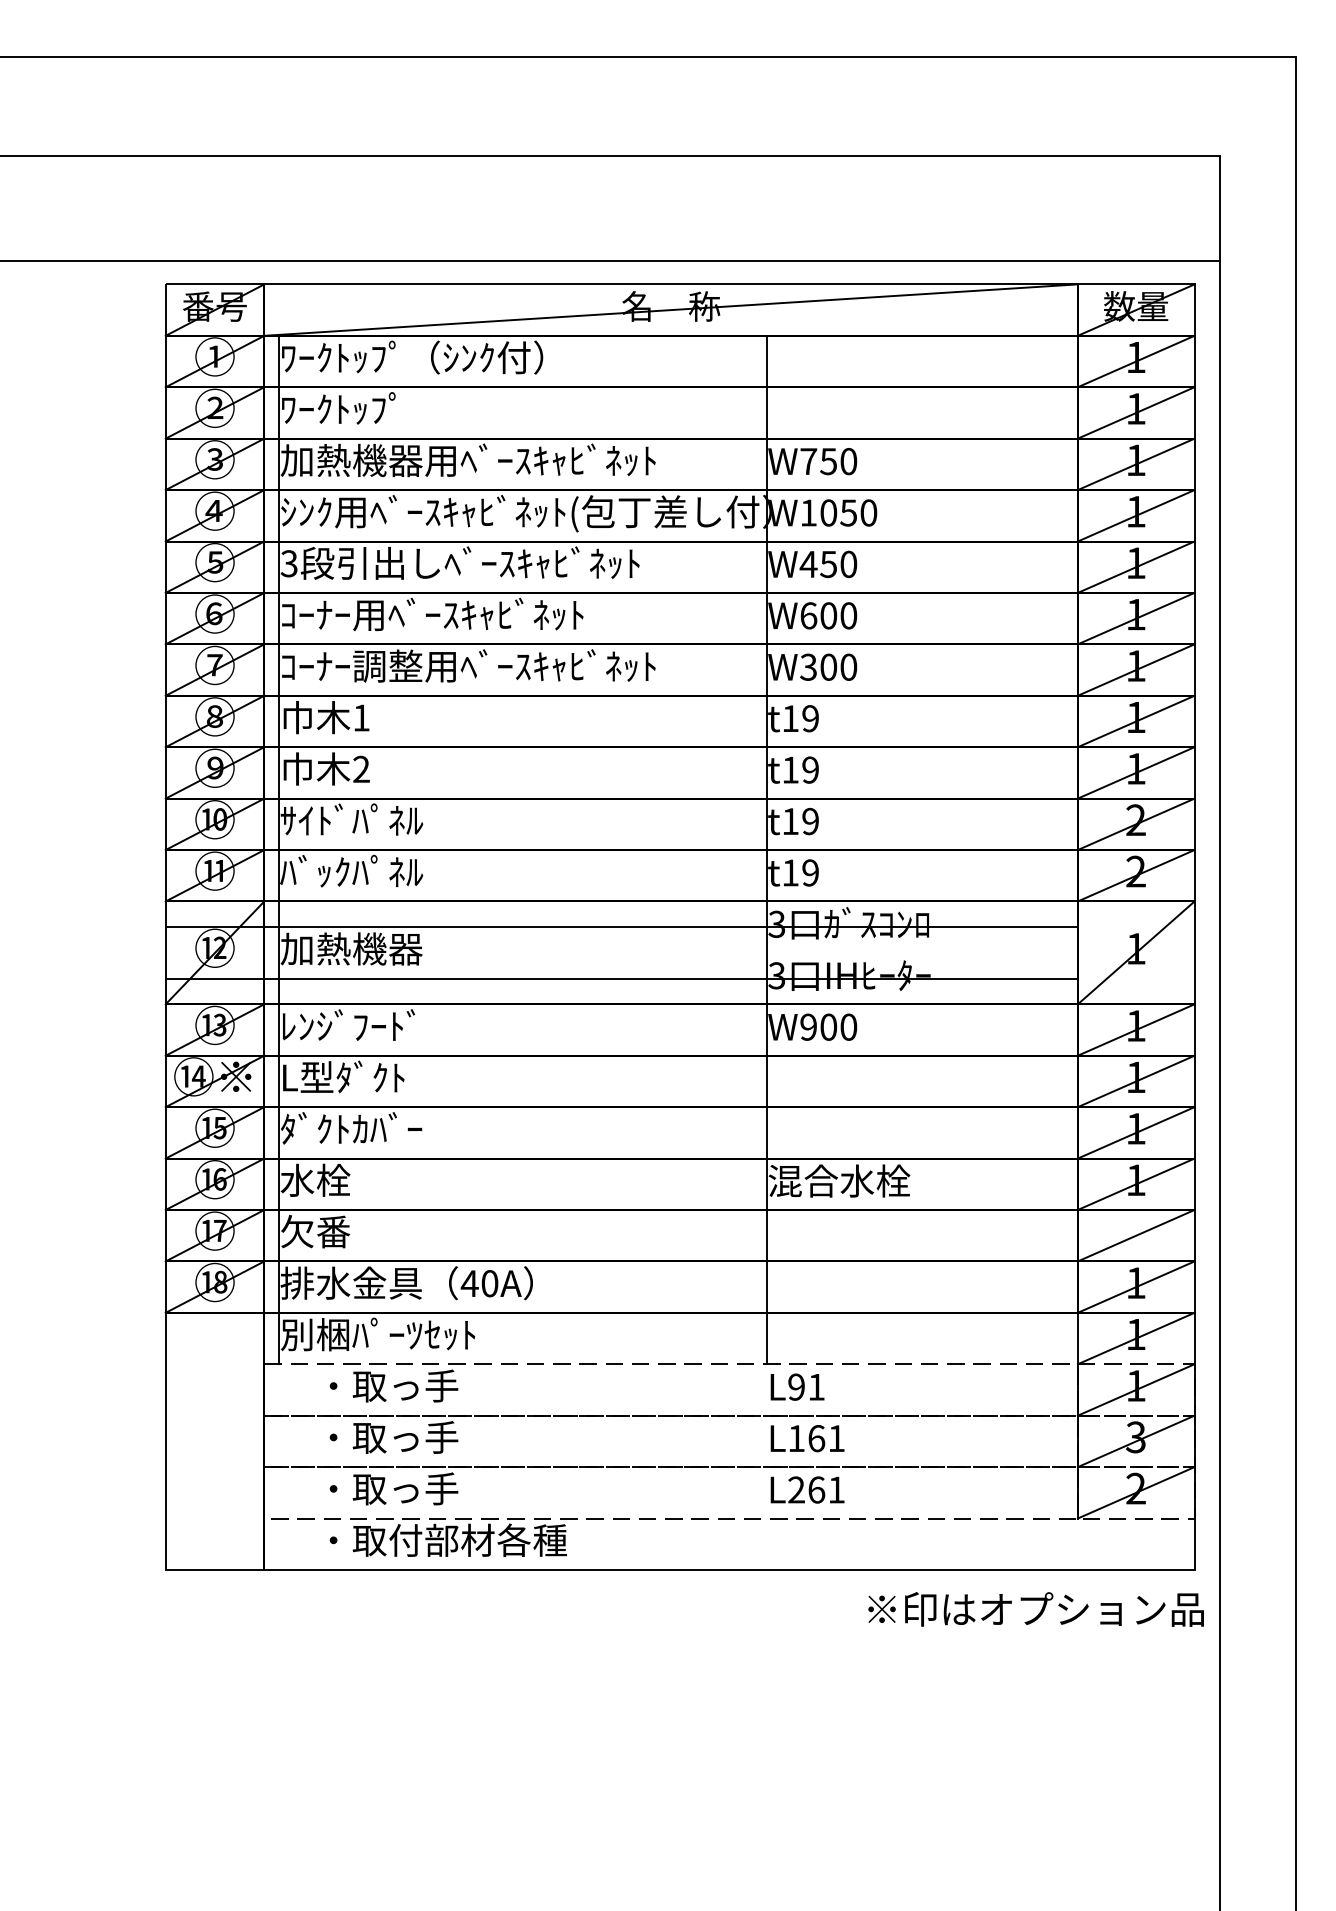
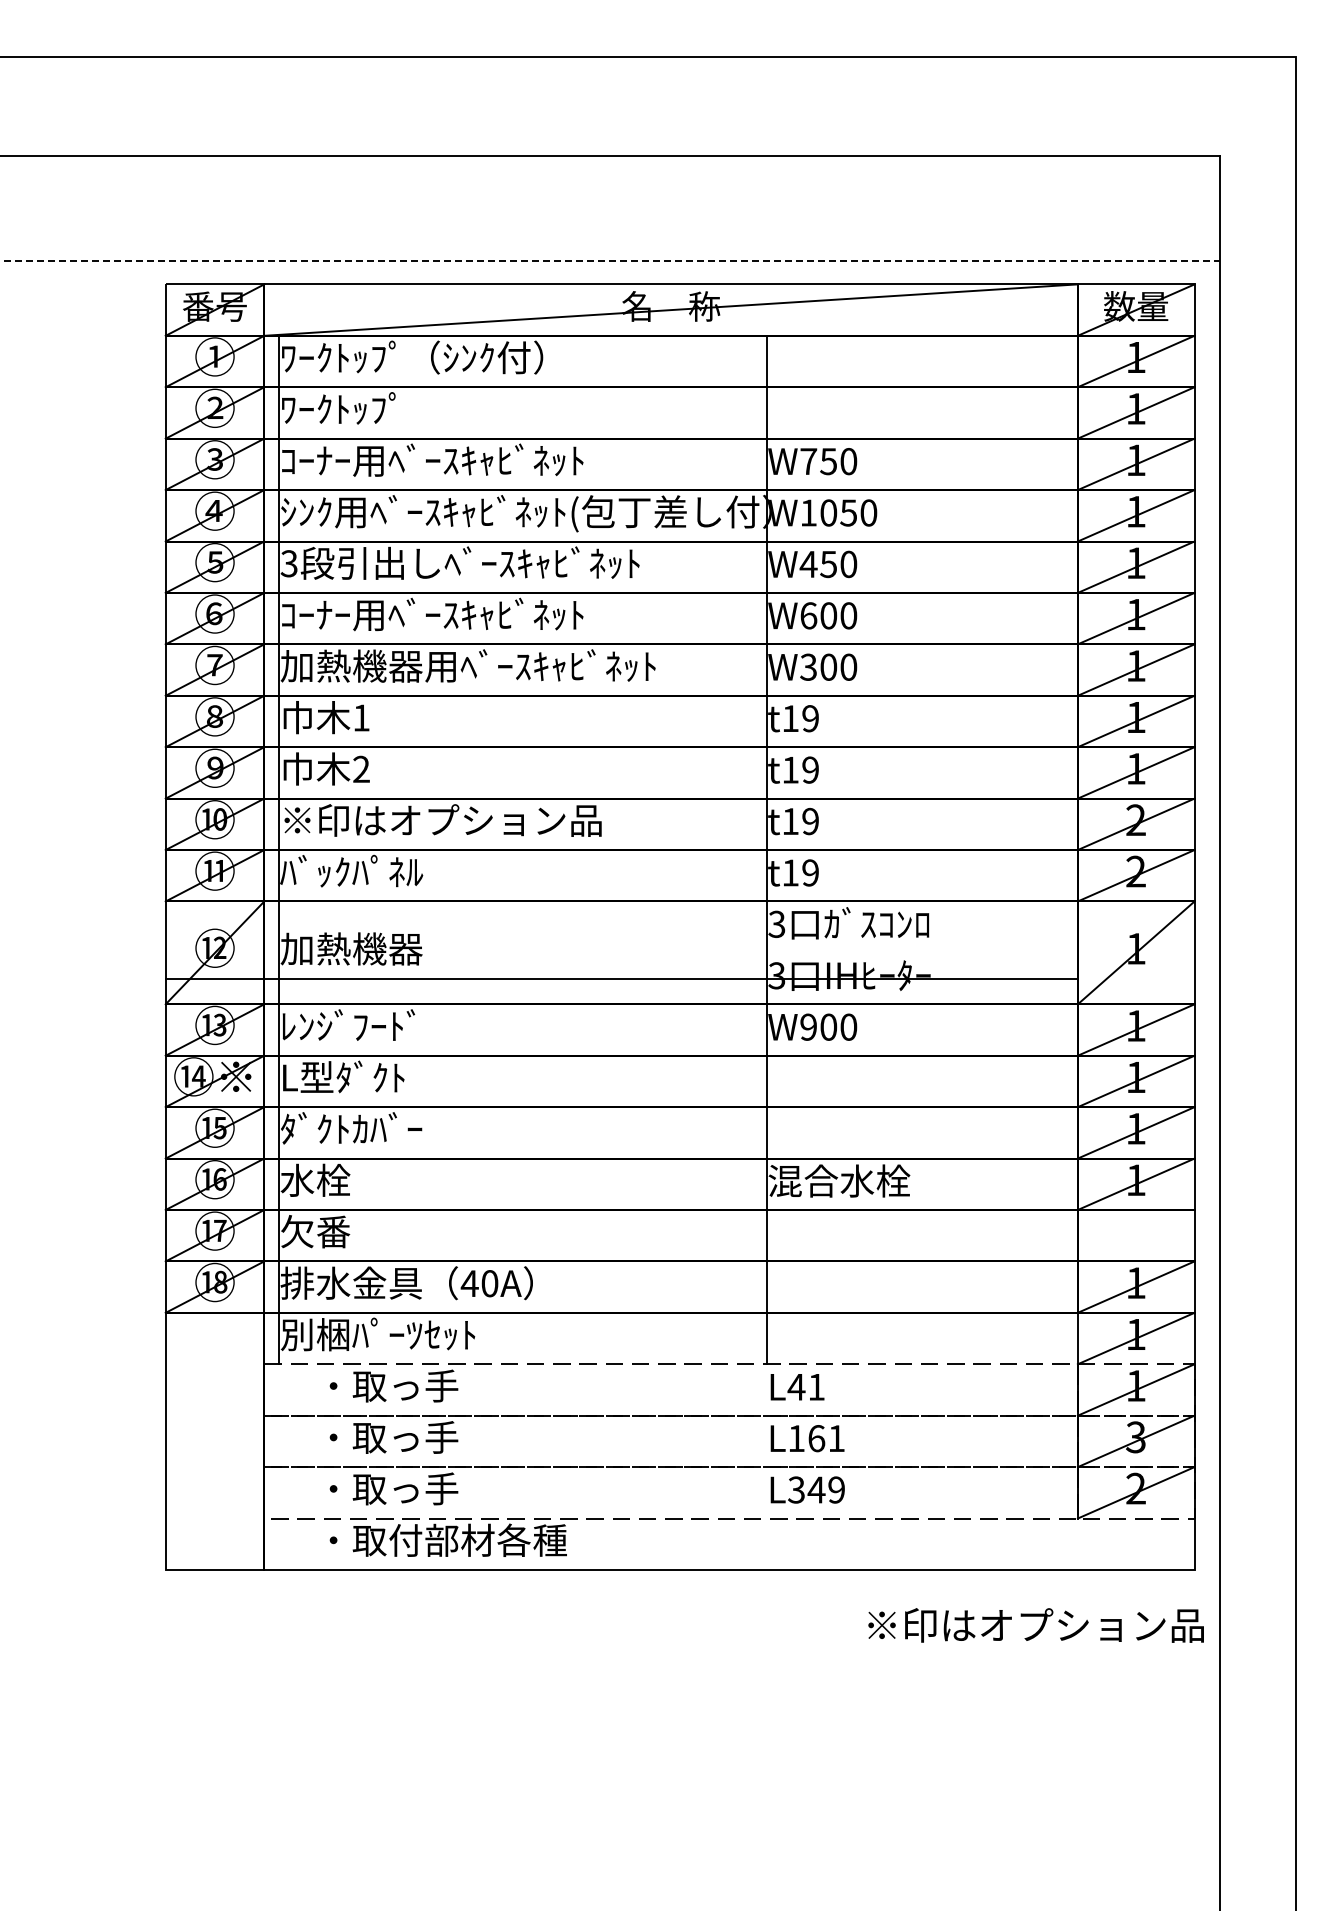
line at (610, 261): solid -> dashed
text at (467, 460): 加熱機器用ﾍﾞｰｽｷｬﾋﾞﾈｯﾄ -> ｺｰﾅｰ用ﾍﾞｰｽｷｬﾋﾞﾈｯﾄ
text at (351, 665): ｺｰﾅｰ調整用ﾍﾞｰｽｷｬﾋﾞﾈｯﾄ -> 加熱機器用ﾍﾞｰｽｷｬﾋﾞﾈｯﾄ
text at (440, 819): ｻｲﾄﾞﾊﾟﾈﾙ -> ※印はオプション品
line at (621, 927): present -> none
line at (1135, 1235): present -> none
text at (796, 1386): L91 -> L41
text at (816, 1489): L261 -> L349
text at (1035, 1609) position: (1035, 1609) -> (1035, 1625)
